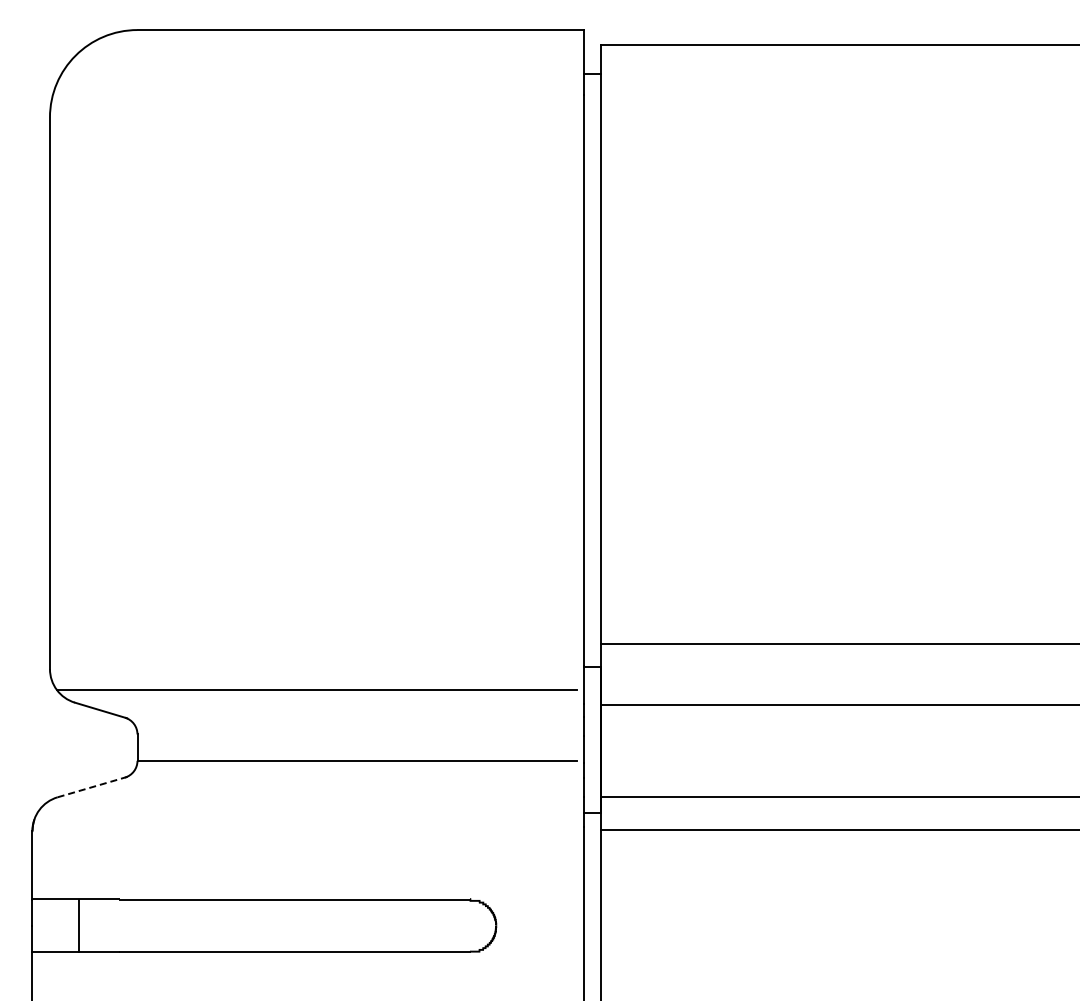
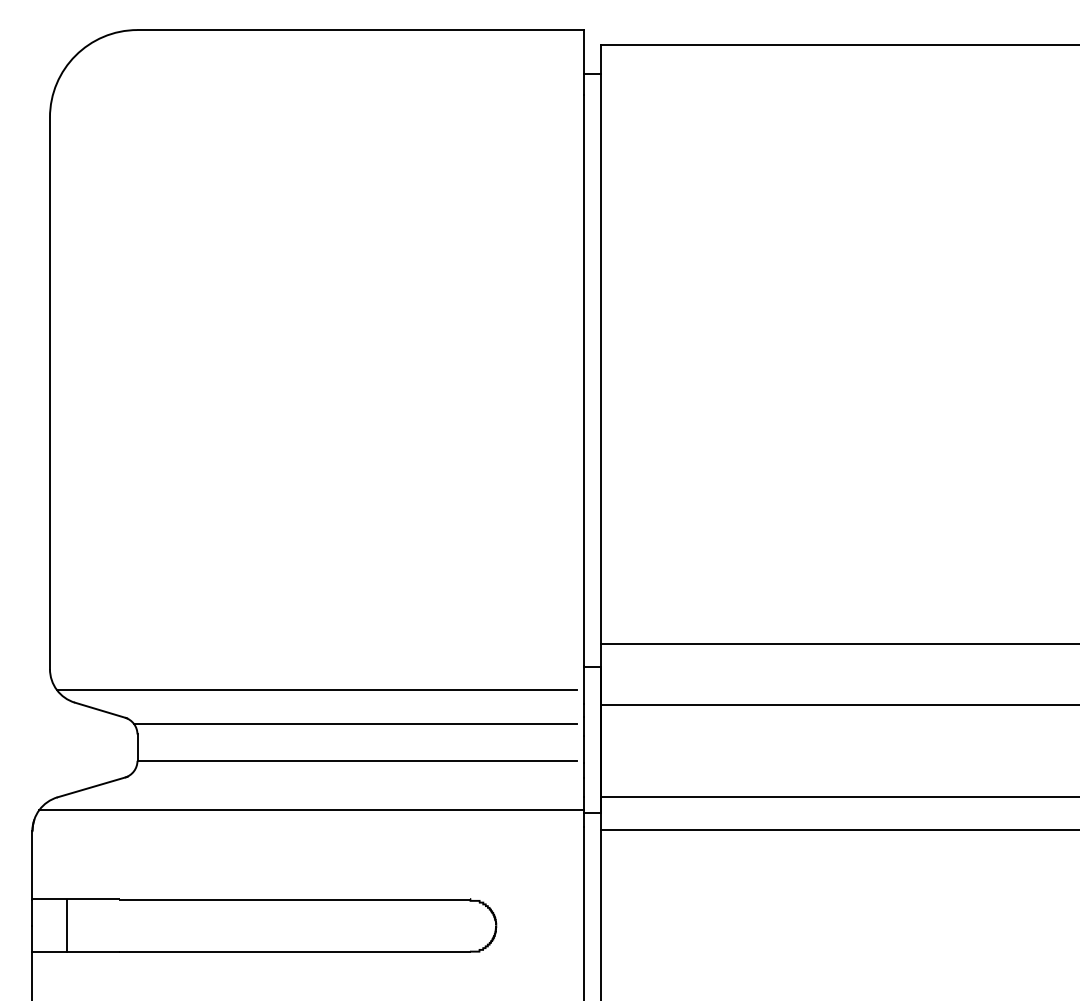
line at (355, 724): none -> present
line at (93, 786): dashed -> solid
line at (311, 809): none -> present
line at (79, 925) position: (79, 925) -> (67, 925)
